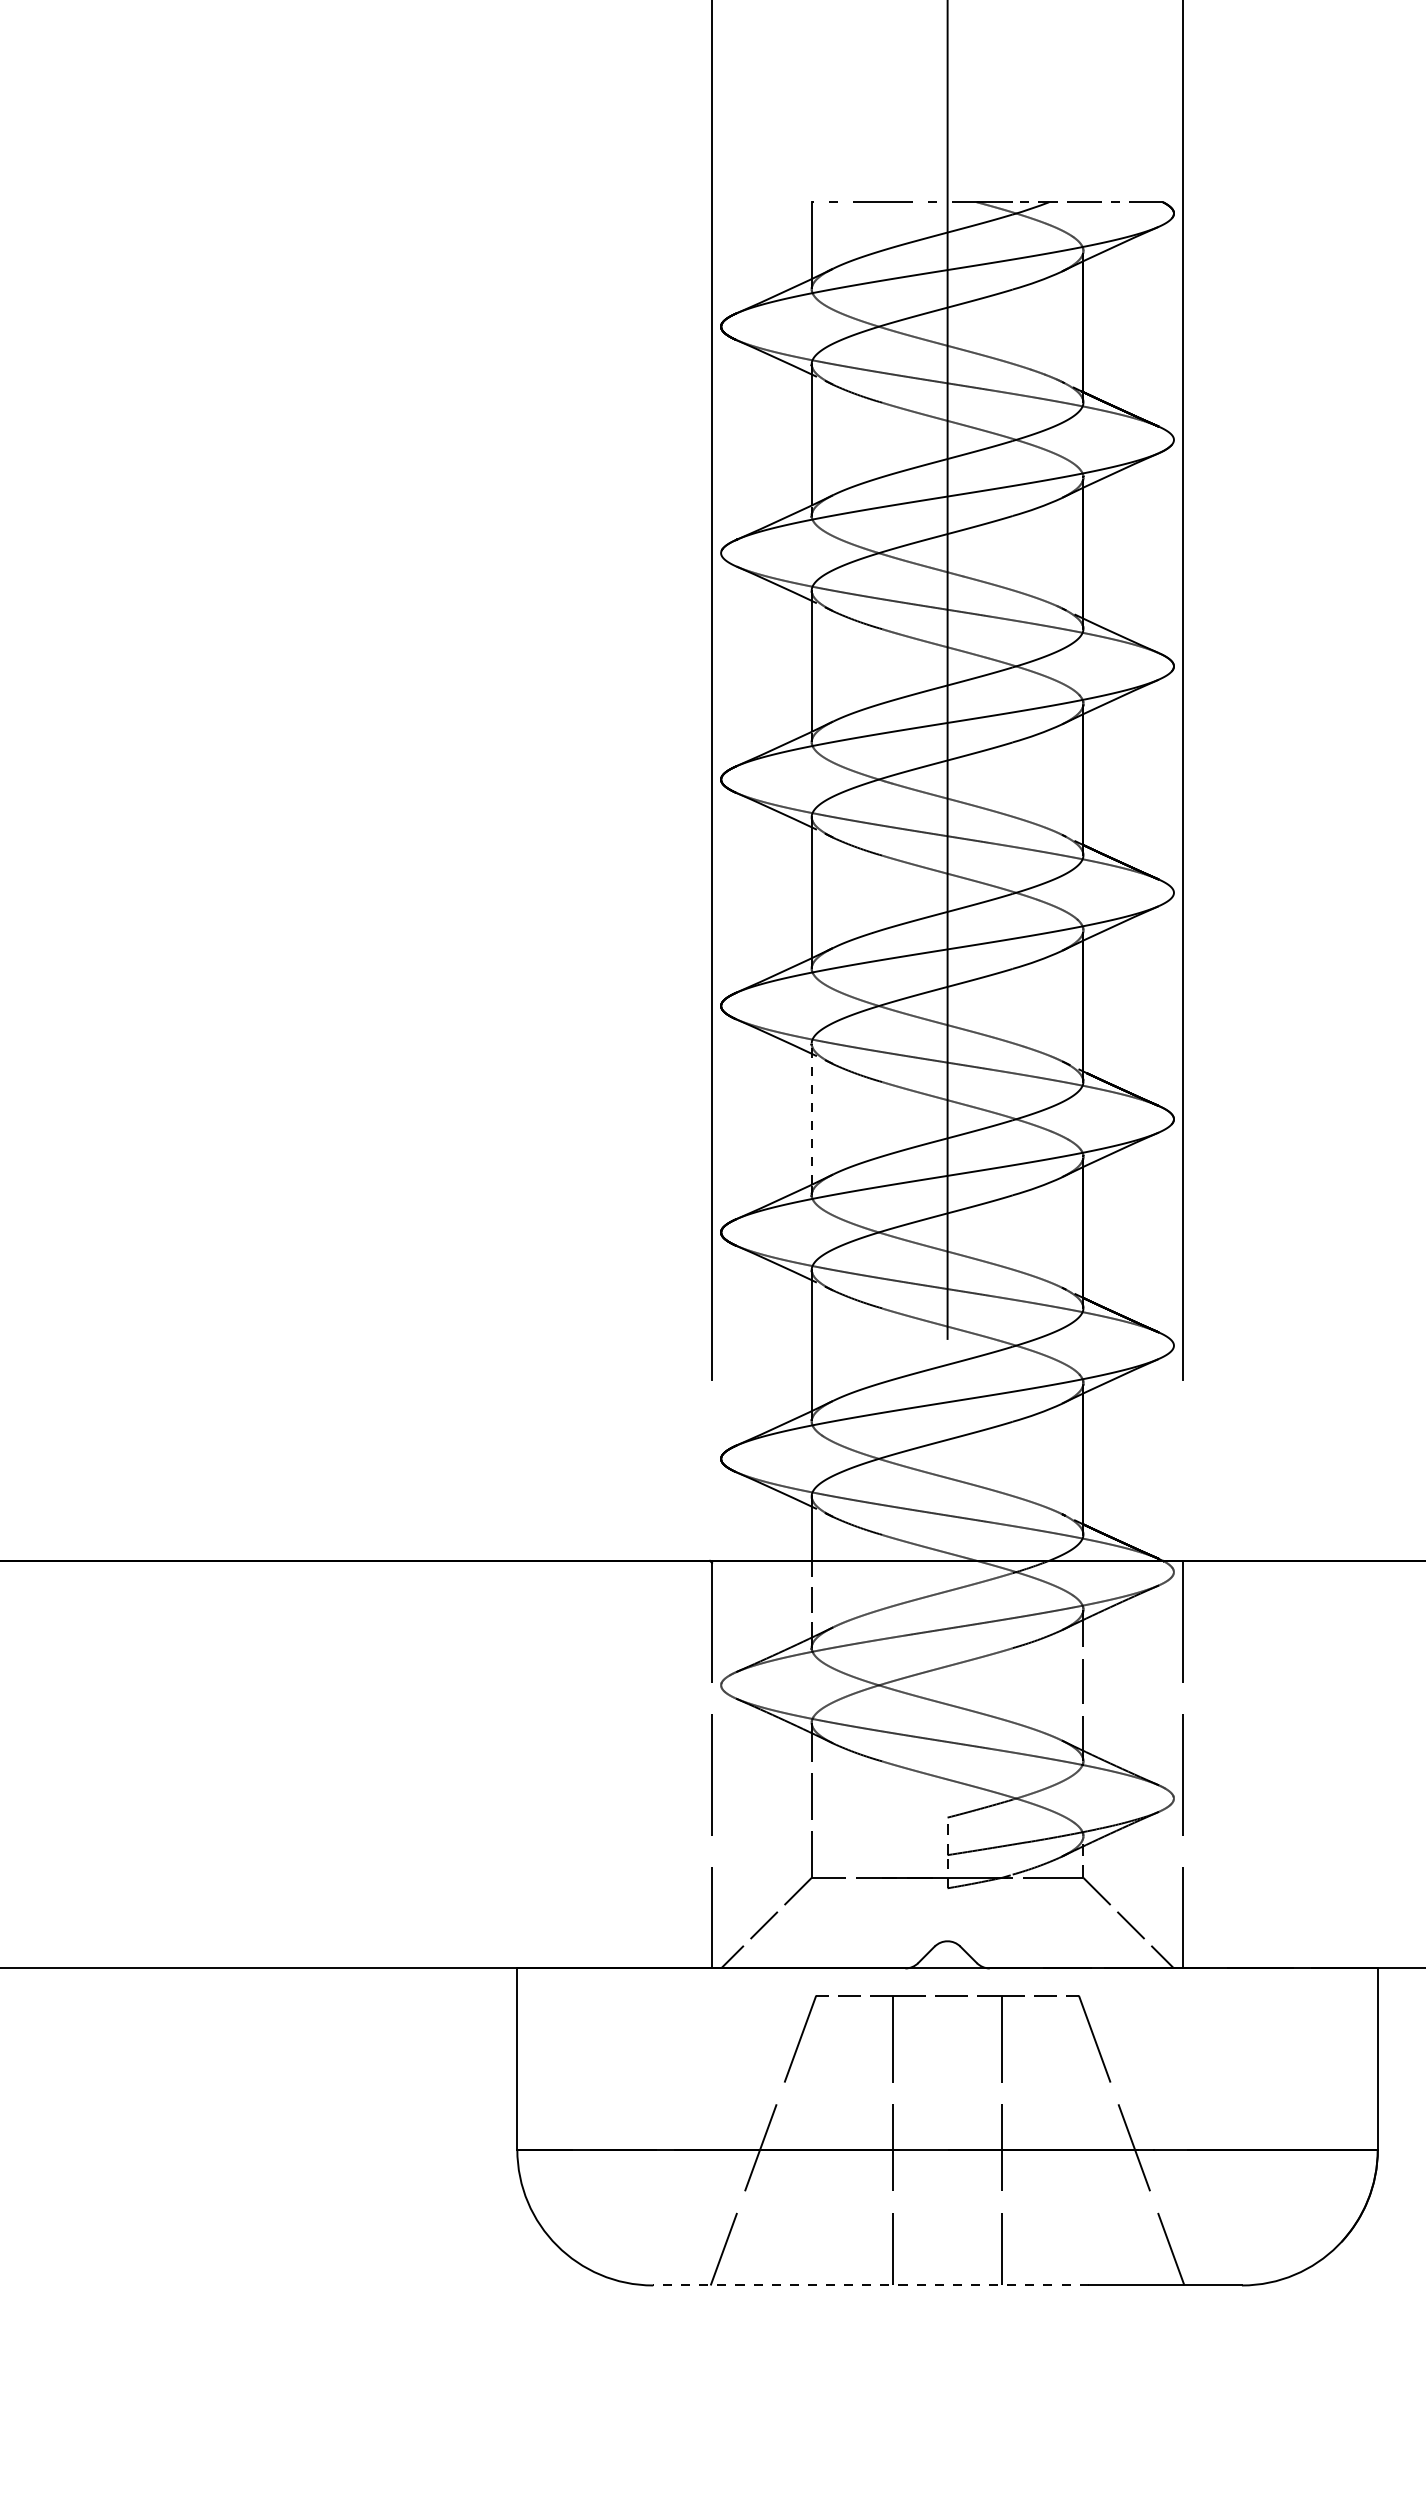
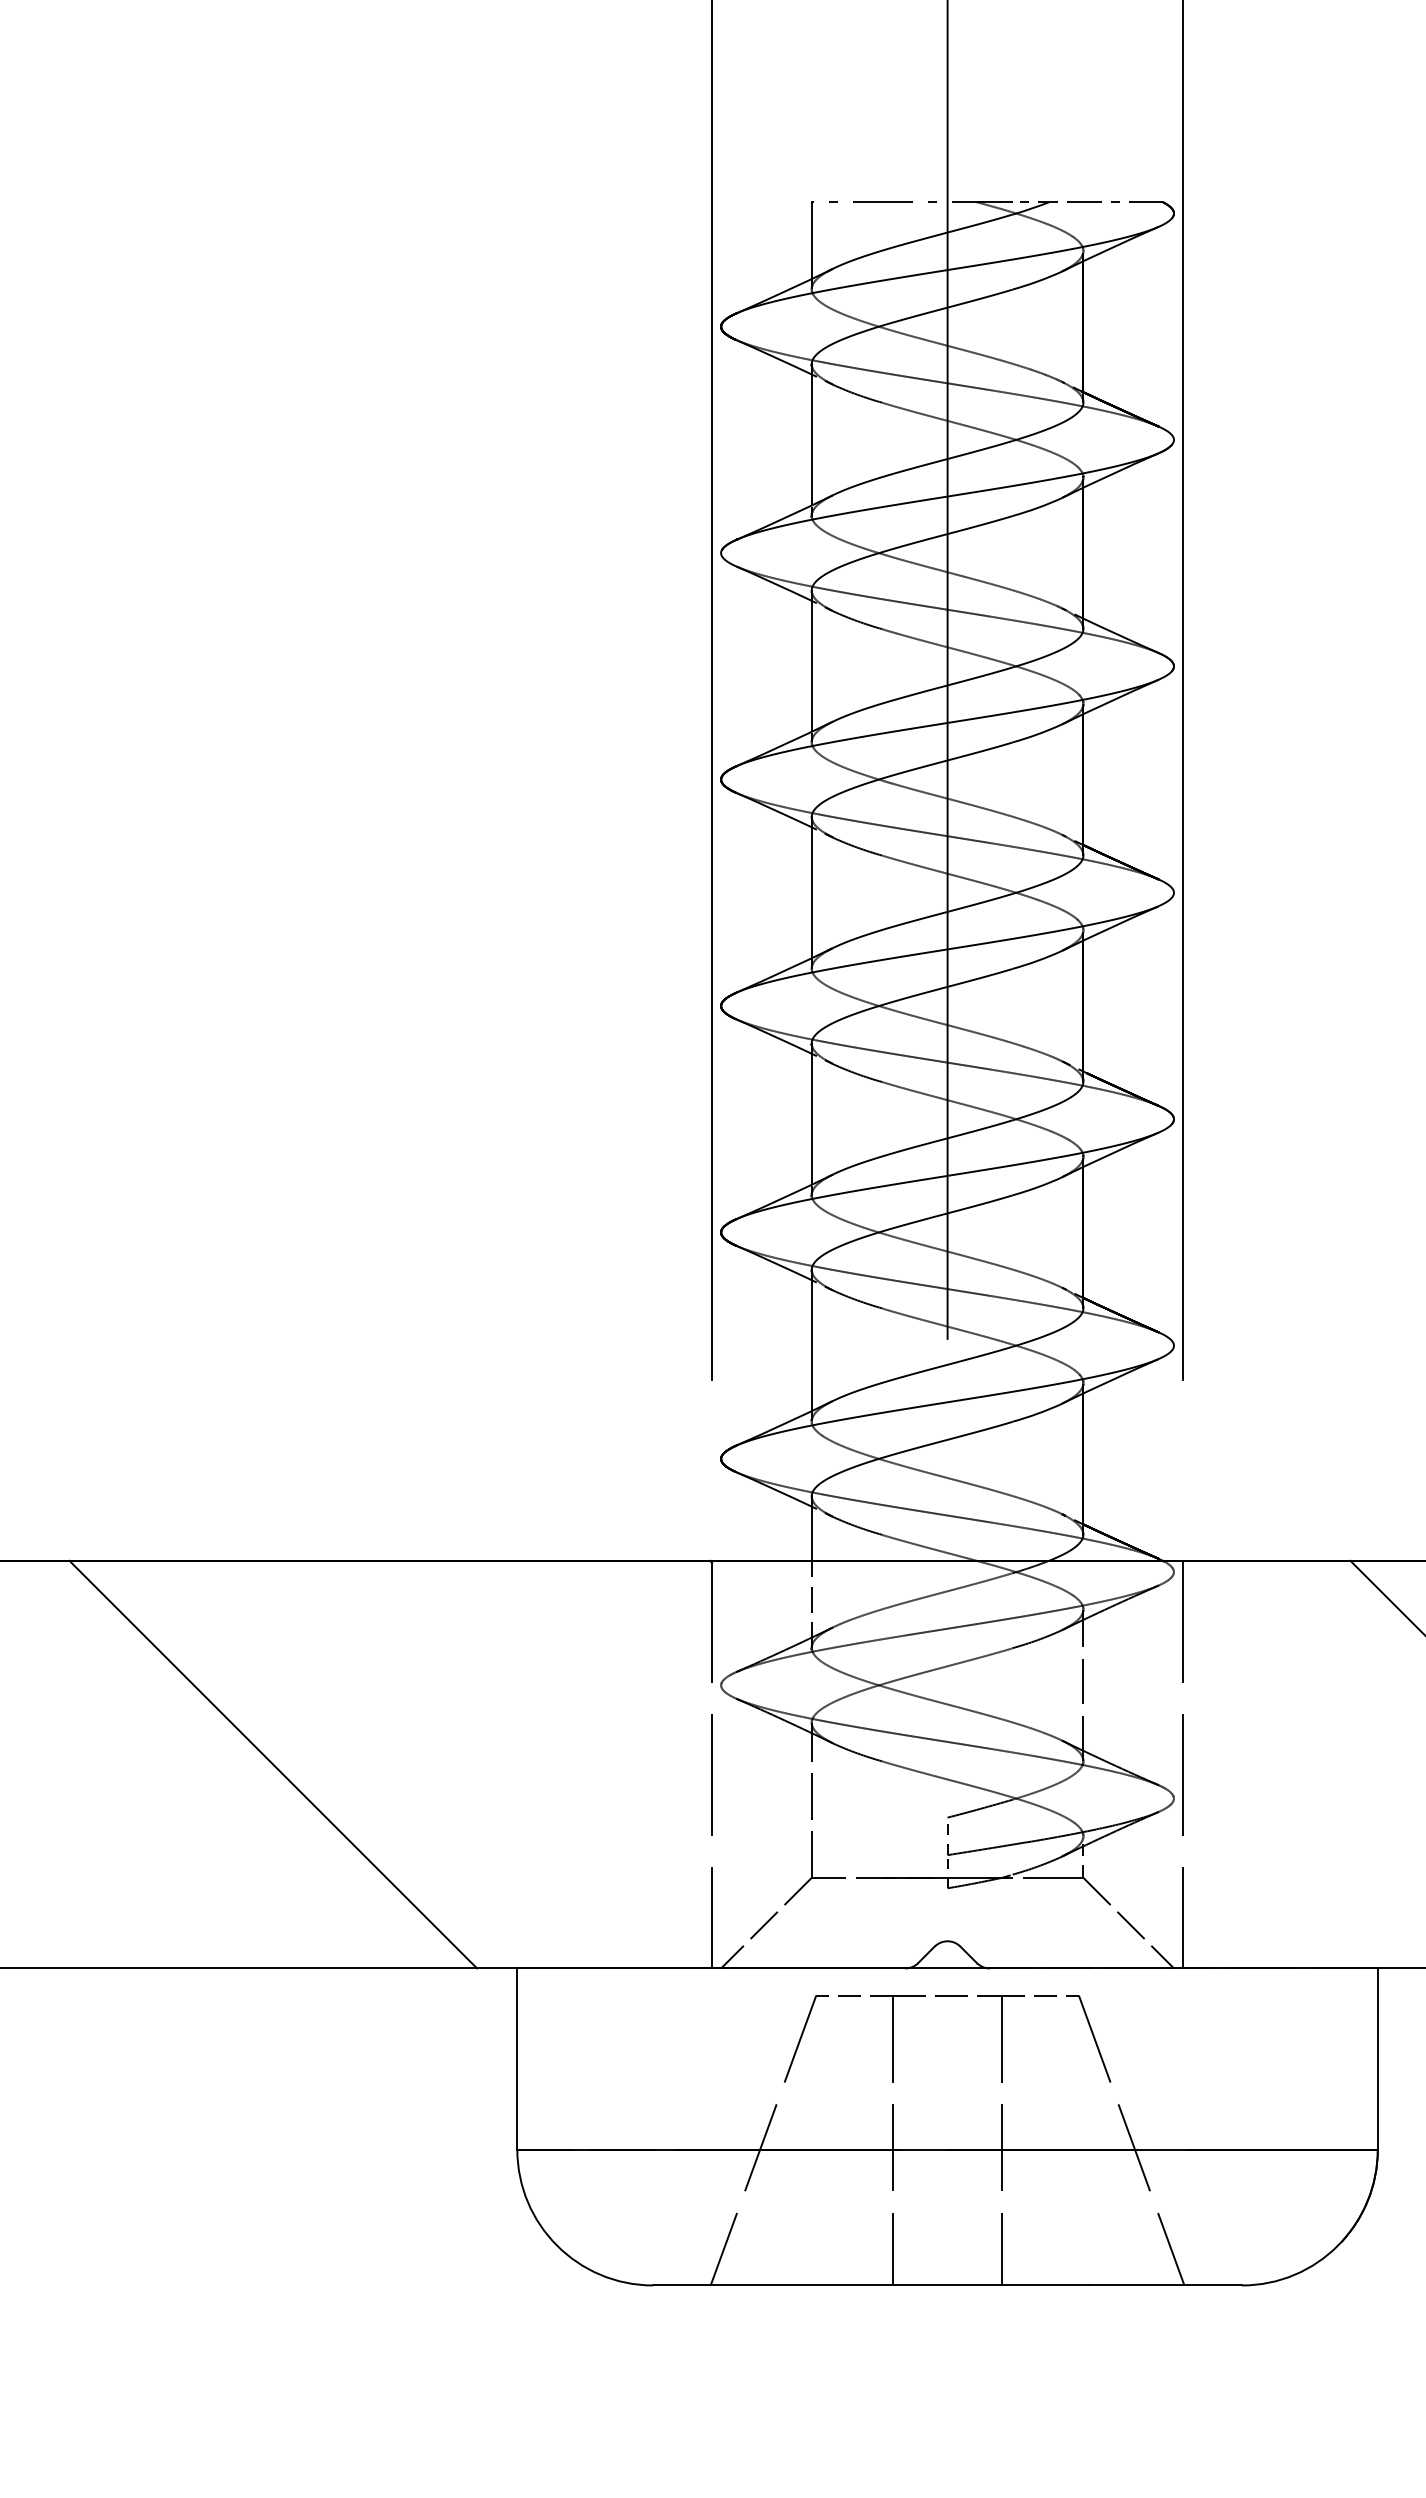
line at (811, 1113): dashed -> solid
line at (1386, 1596): none -> present
line at (273, 1764): none -> present
line at (870, 2285): dashed -> solid
